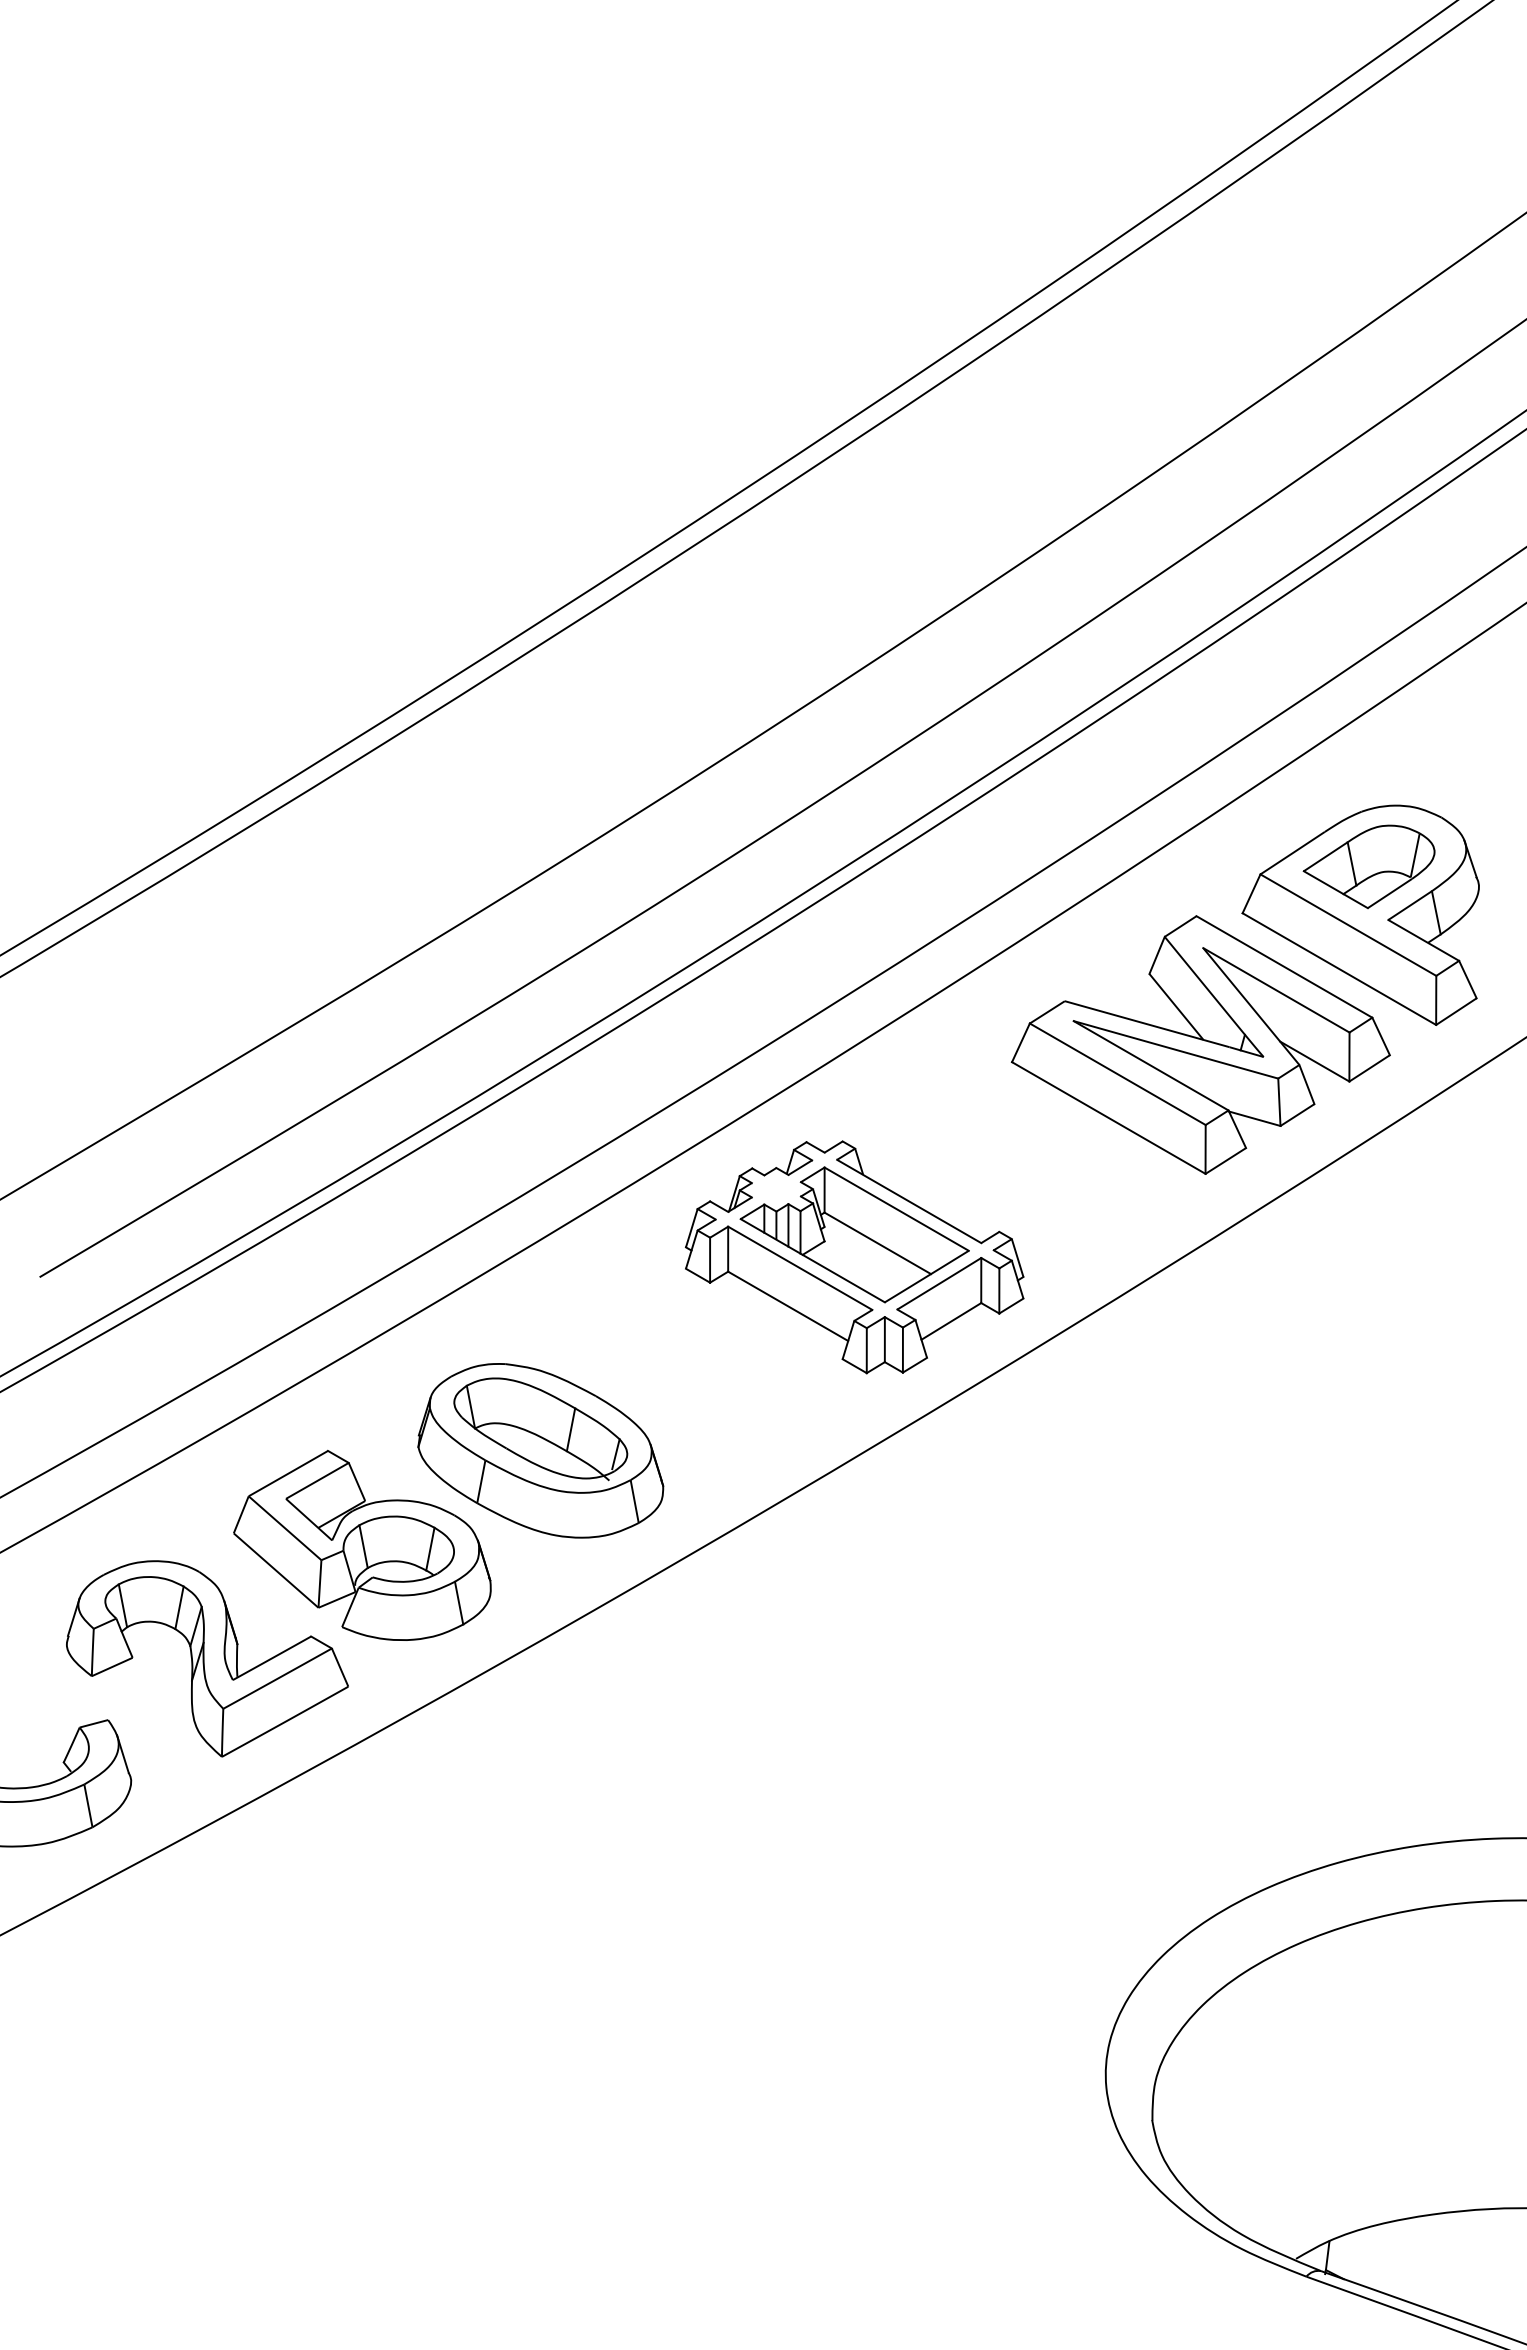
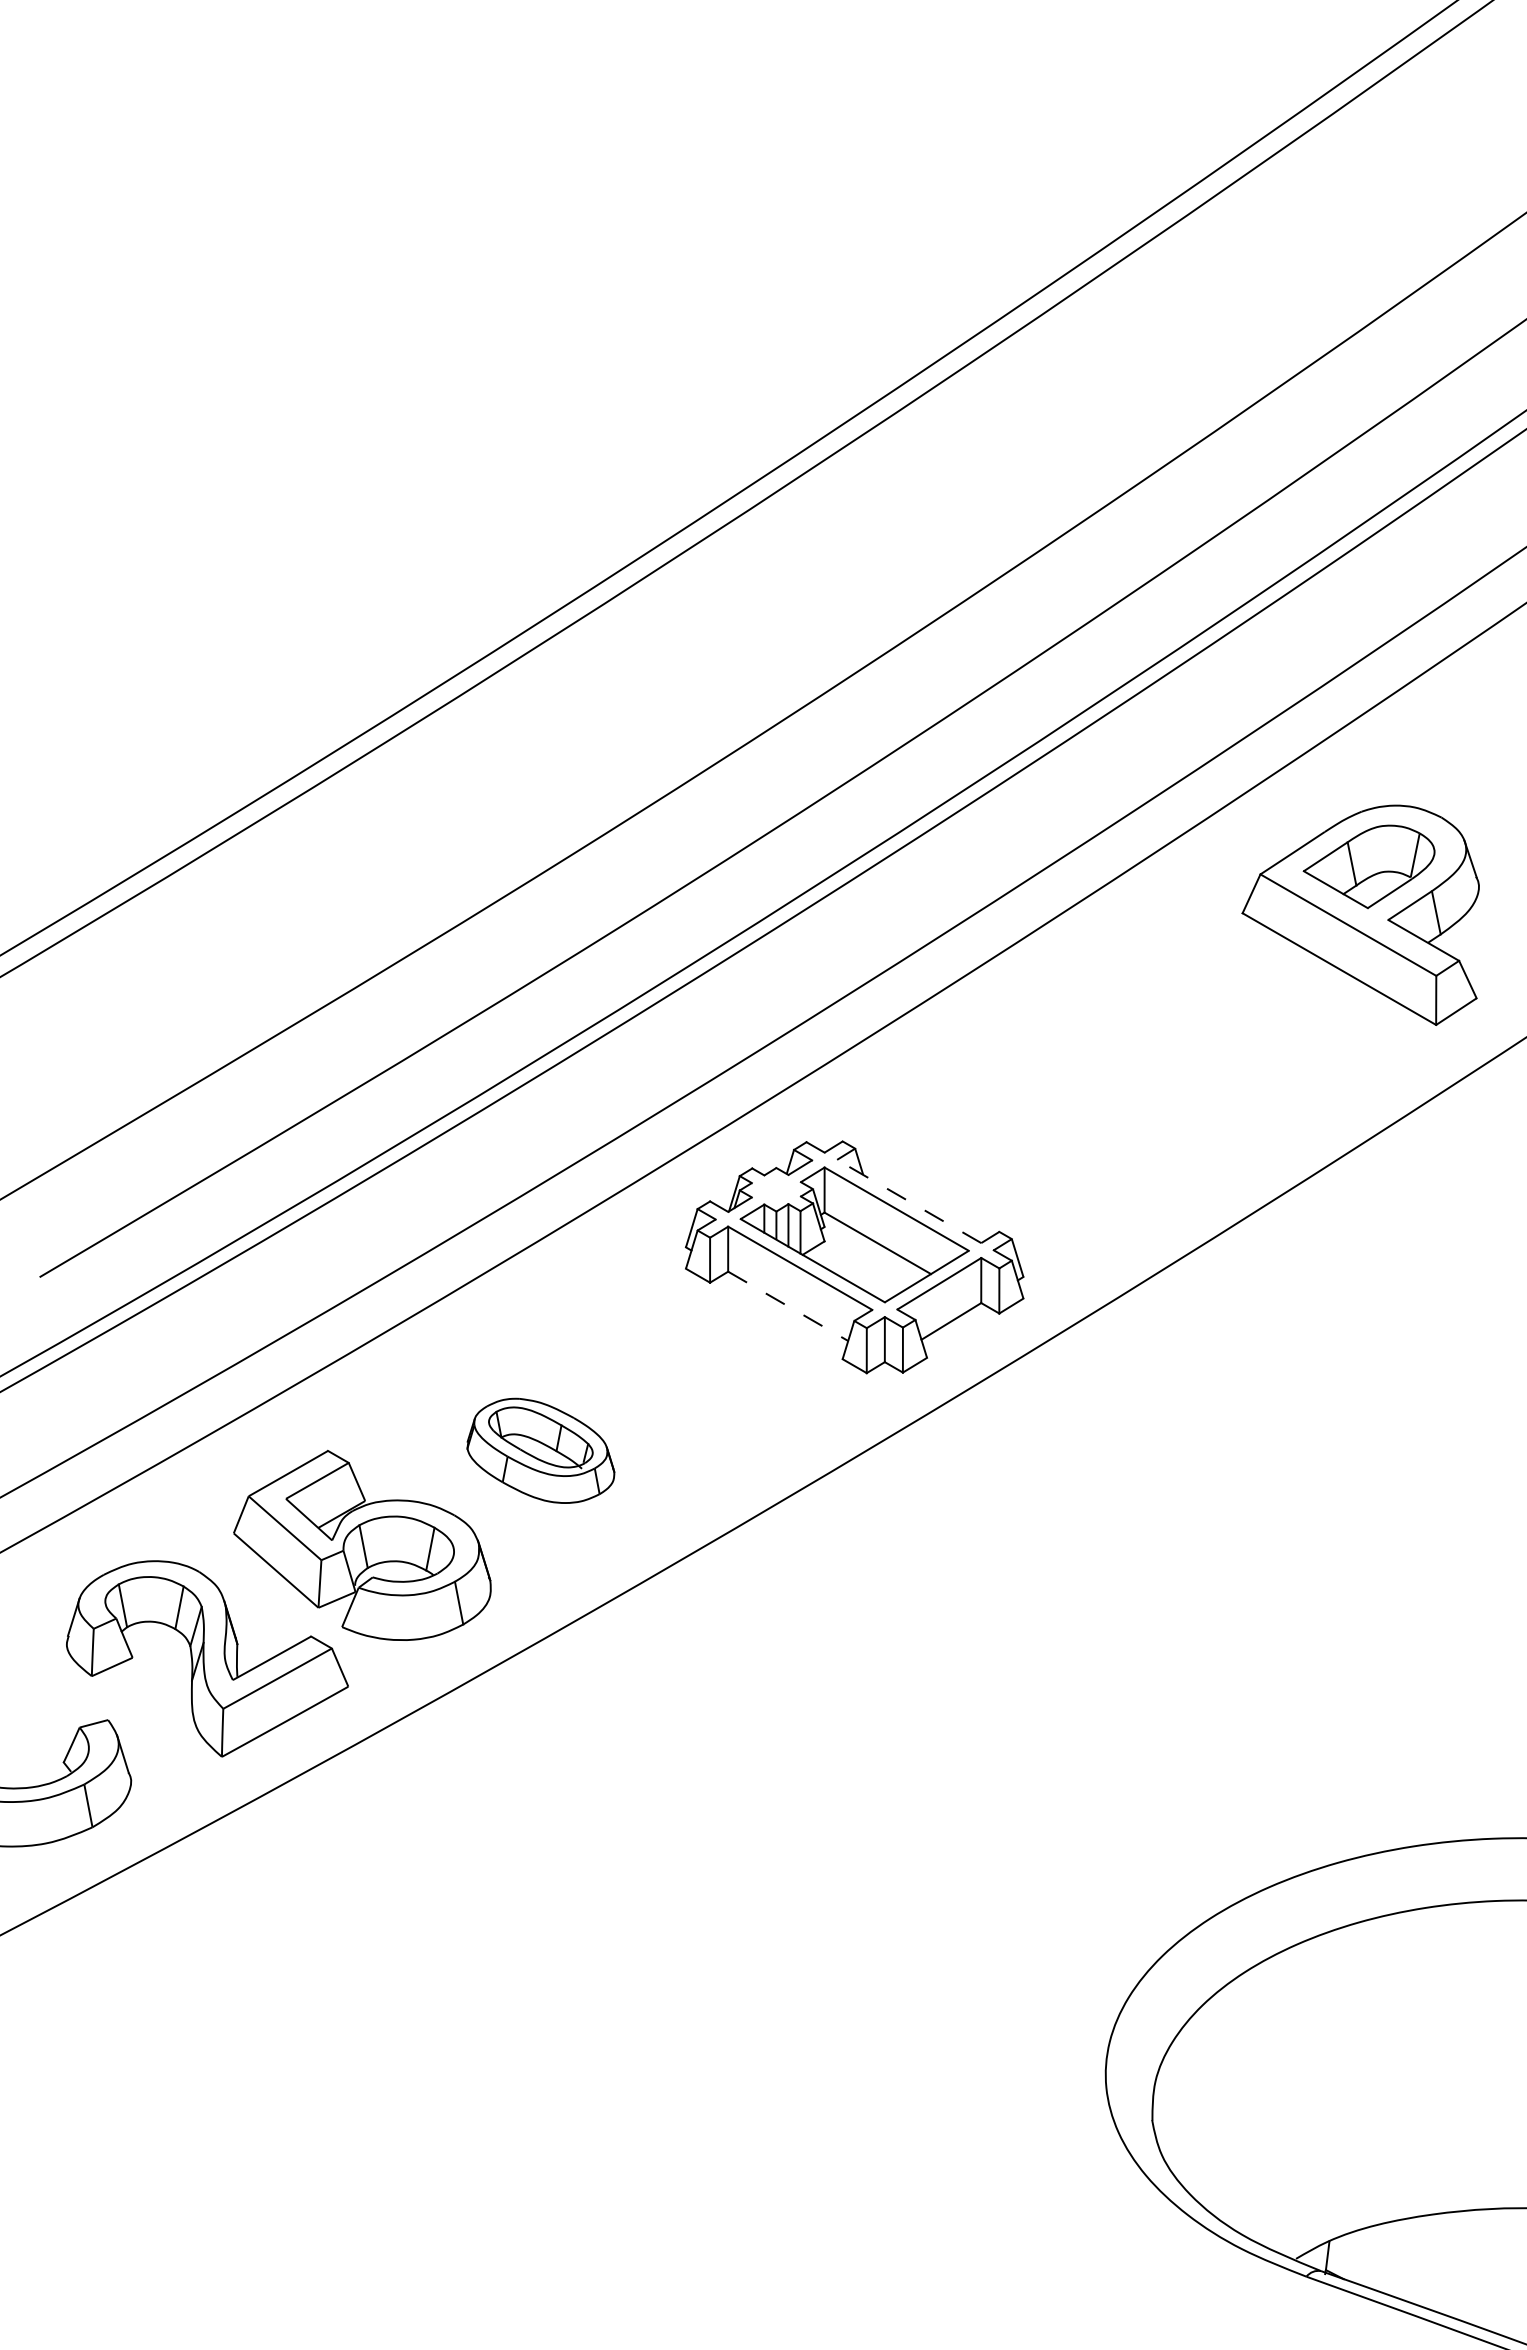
part at (1200, 1044): present -> none
line at (908, 1201): solid -> dashed
line at (788, 1306): solid -> dashed
part at (540, 1450) size: 248x176 px -> 150x107 px
